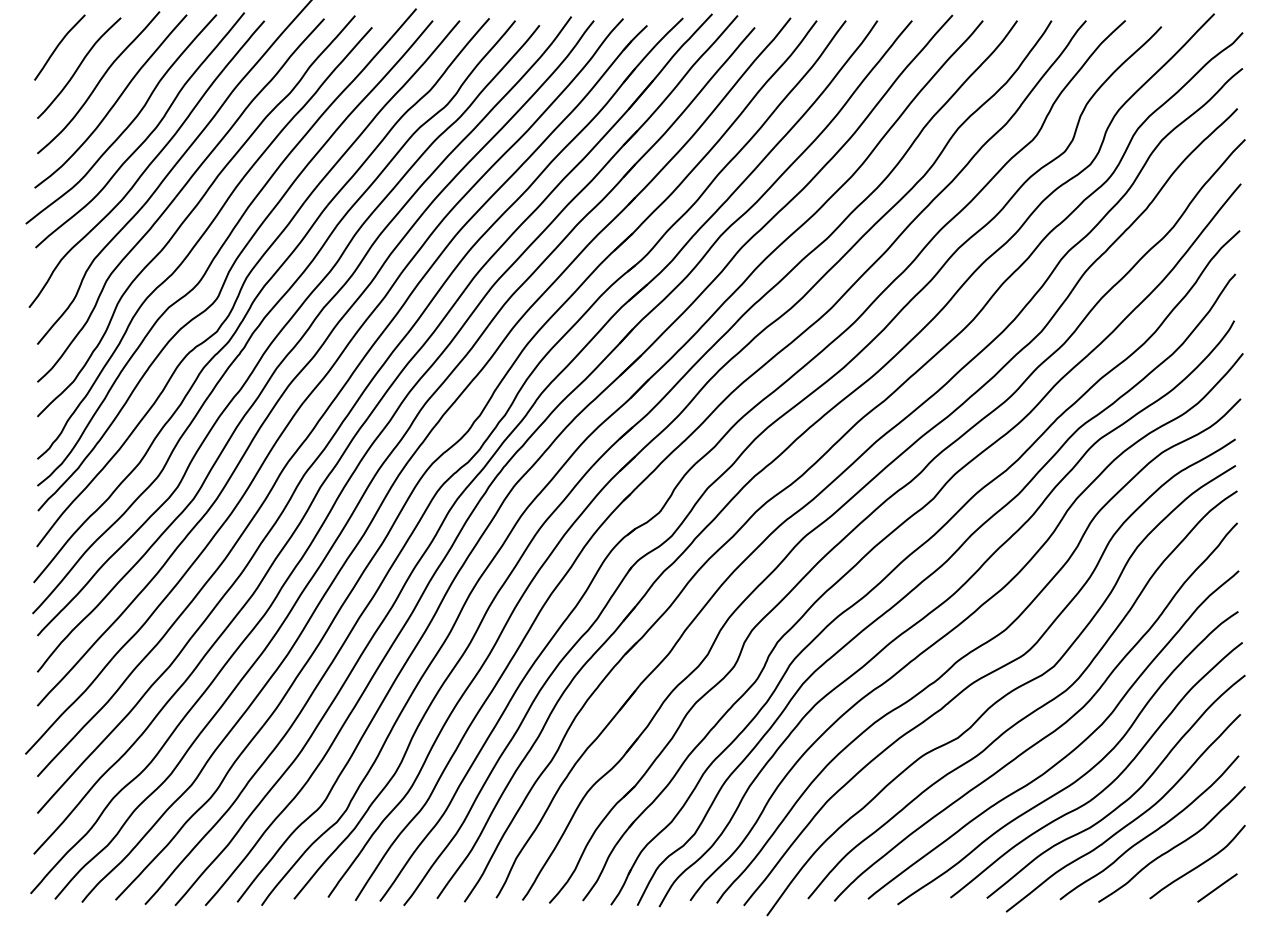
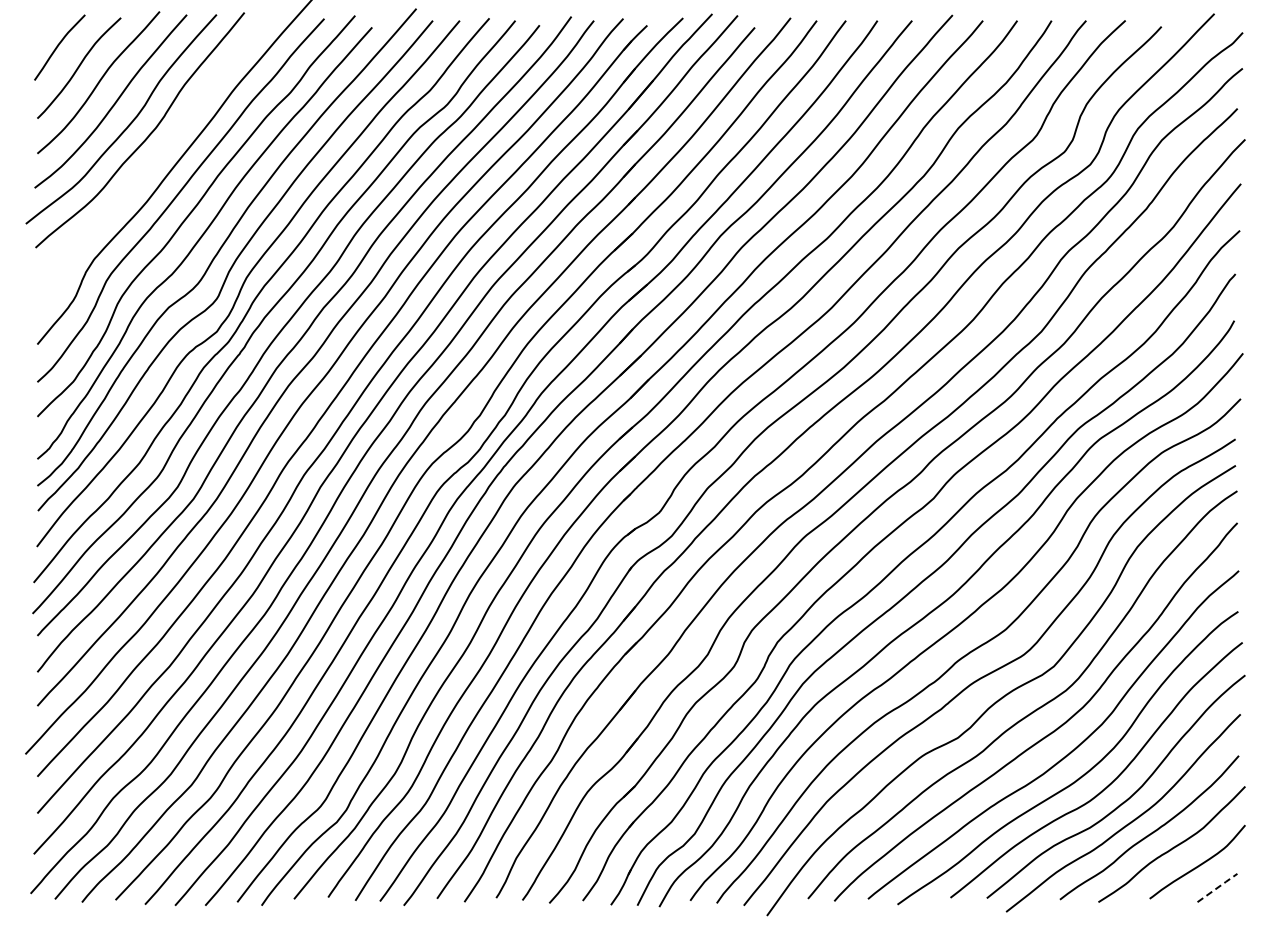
curve at (148, 164): present -> none
line at (1218, 887): solid -> dashed
